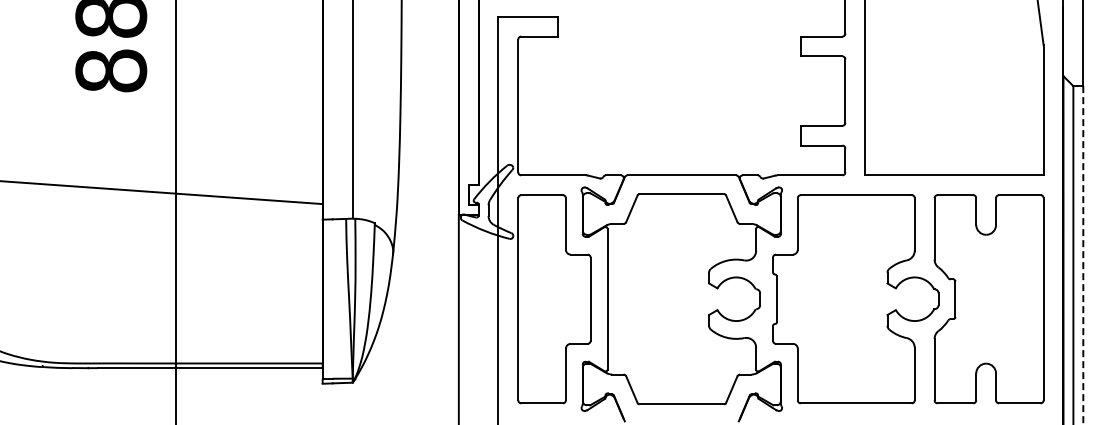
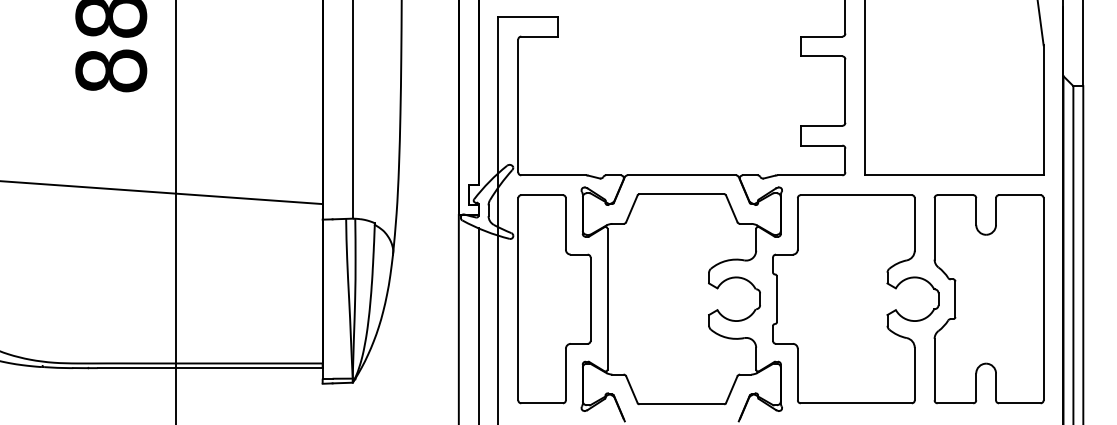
line at (1083, 255): dashed -> solid
line at (478, 324): none -> present
